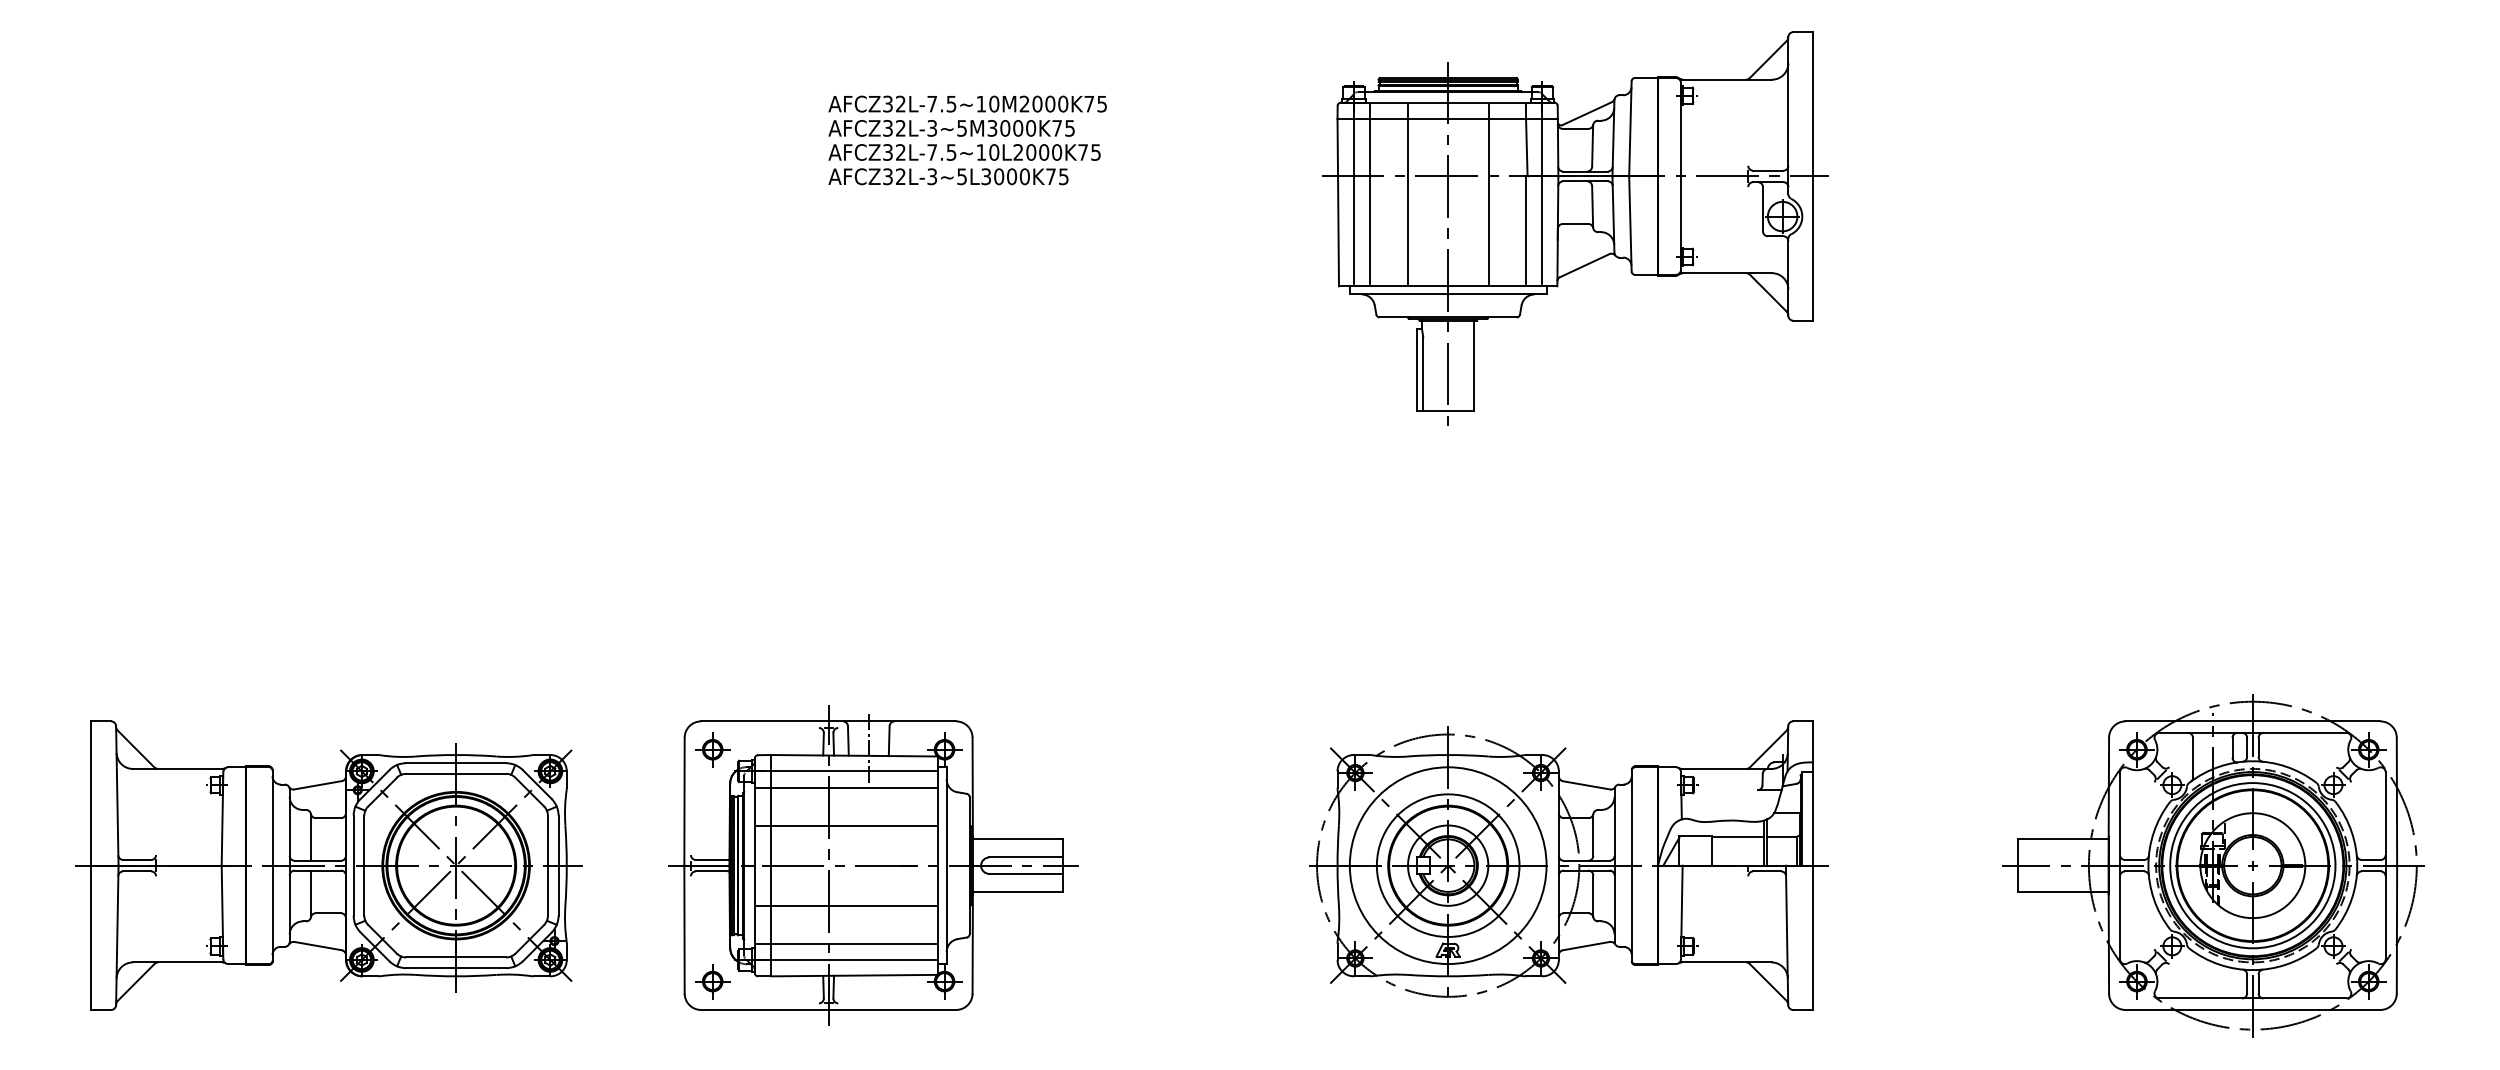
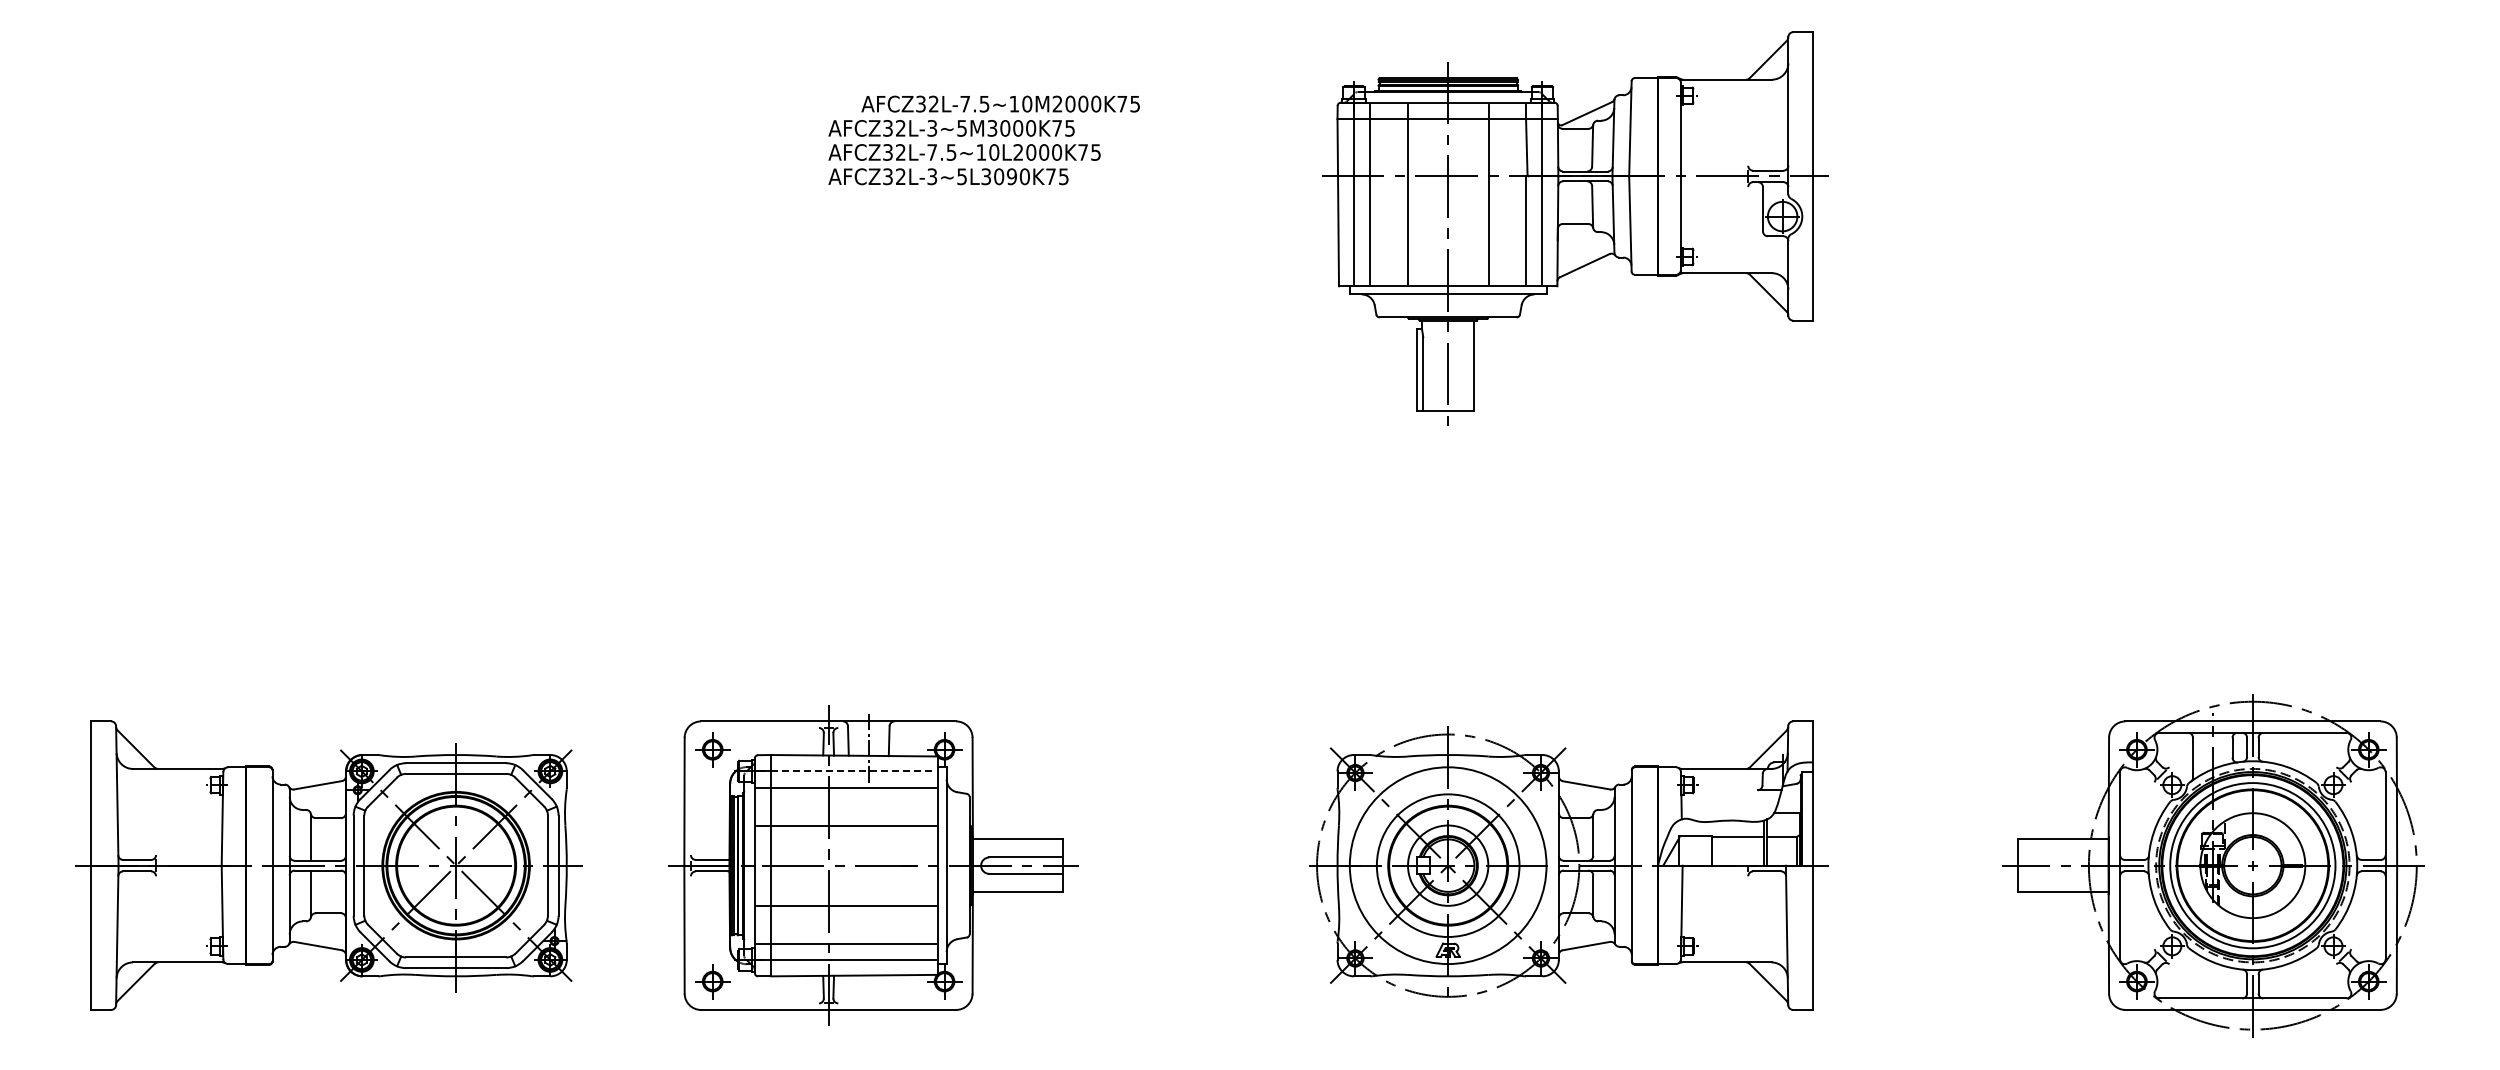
text at (967, 103) position: (967, 103) -> (1000, 103)
text at (1011, 176): AFCZ32L-3~5L3000K75 -> AFCZ32L-3~5L3090K75
line at (854, 771): solid -> dashed
